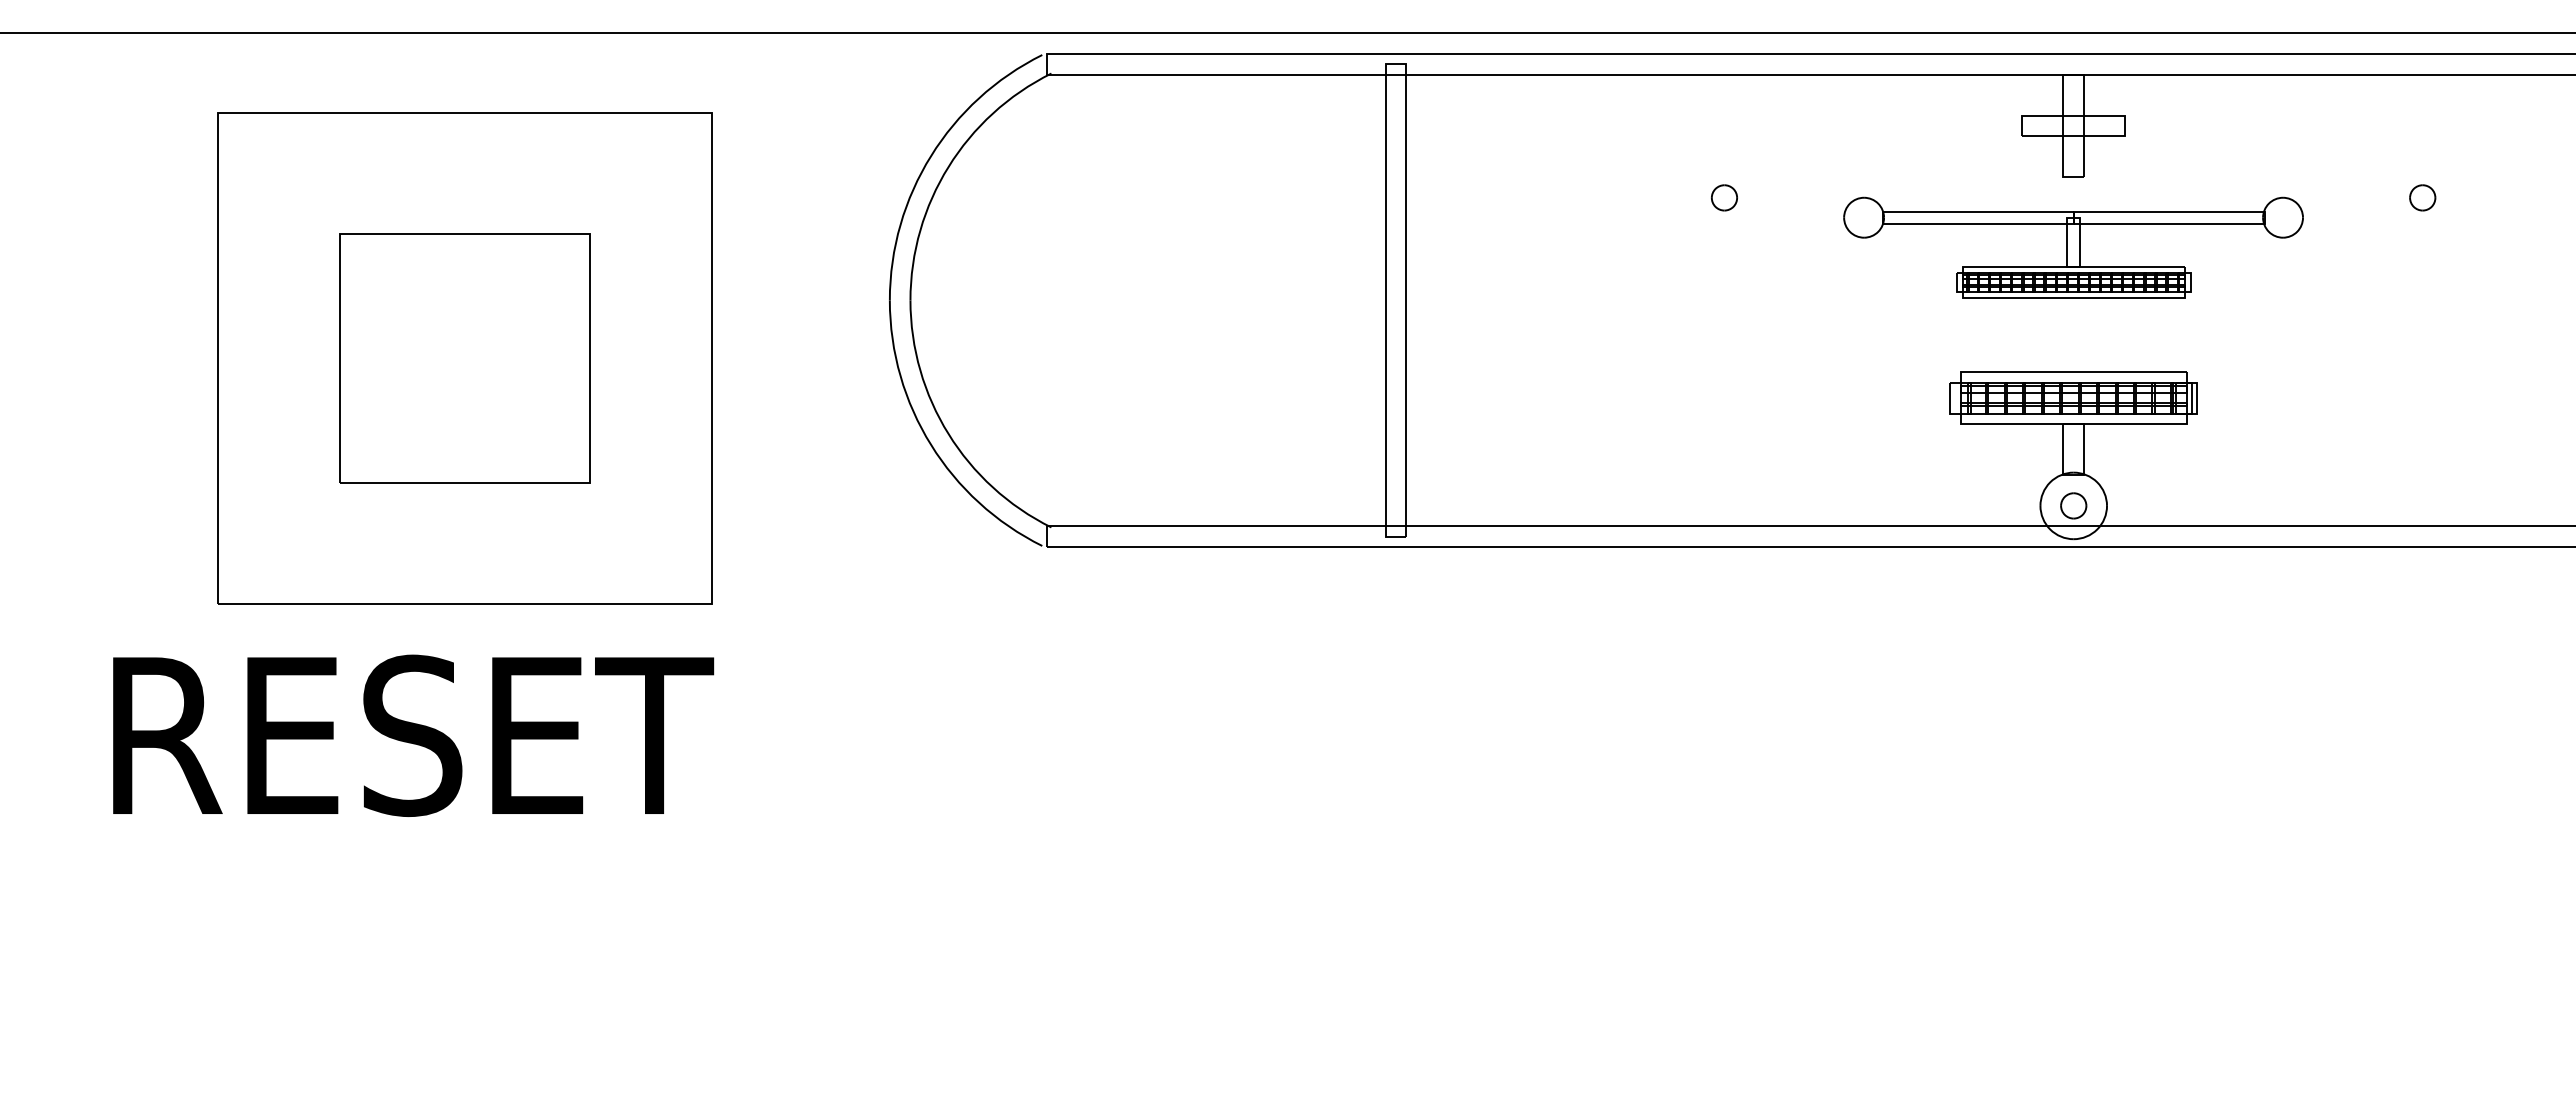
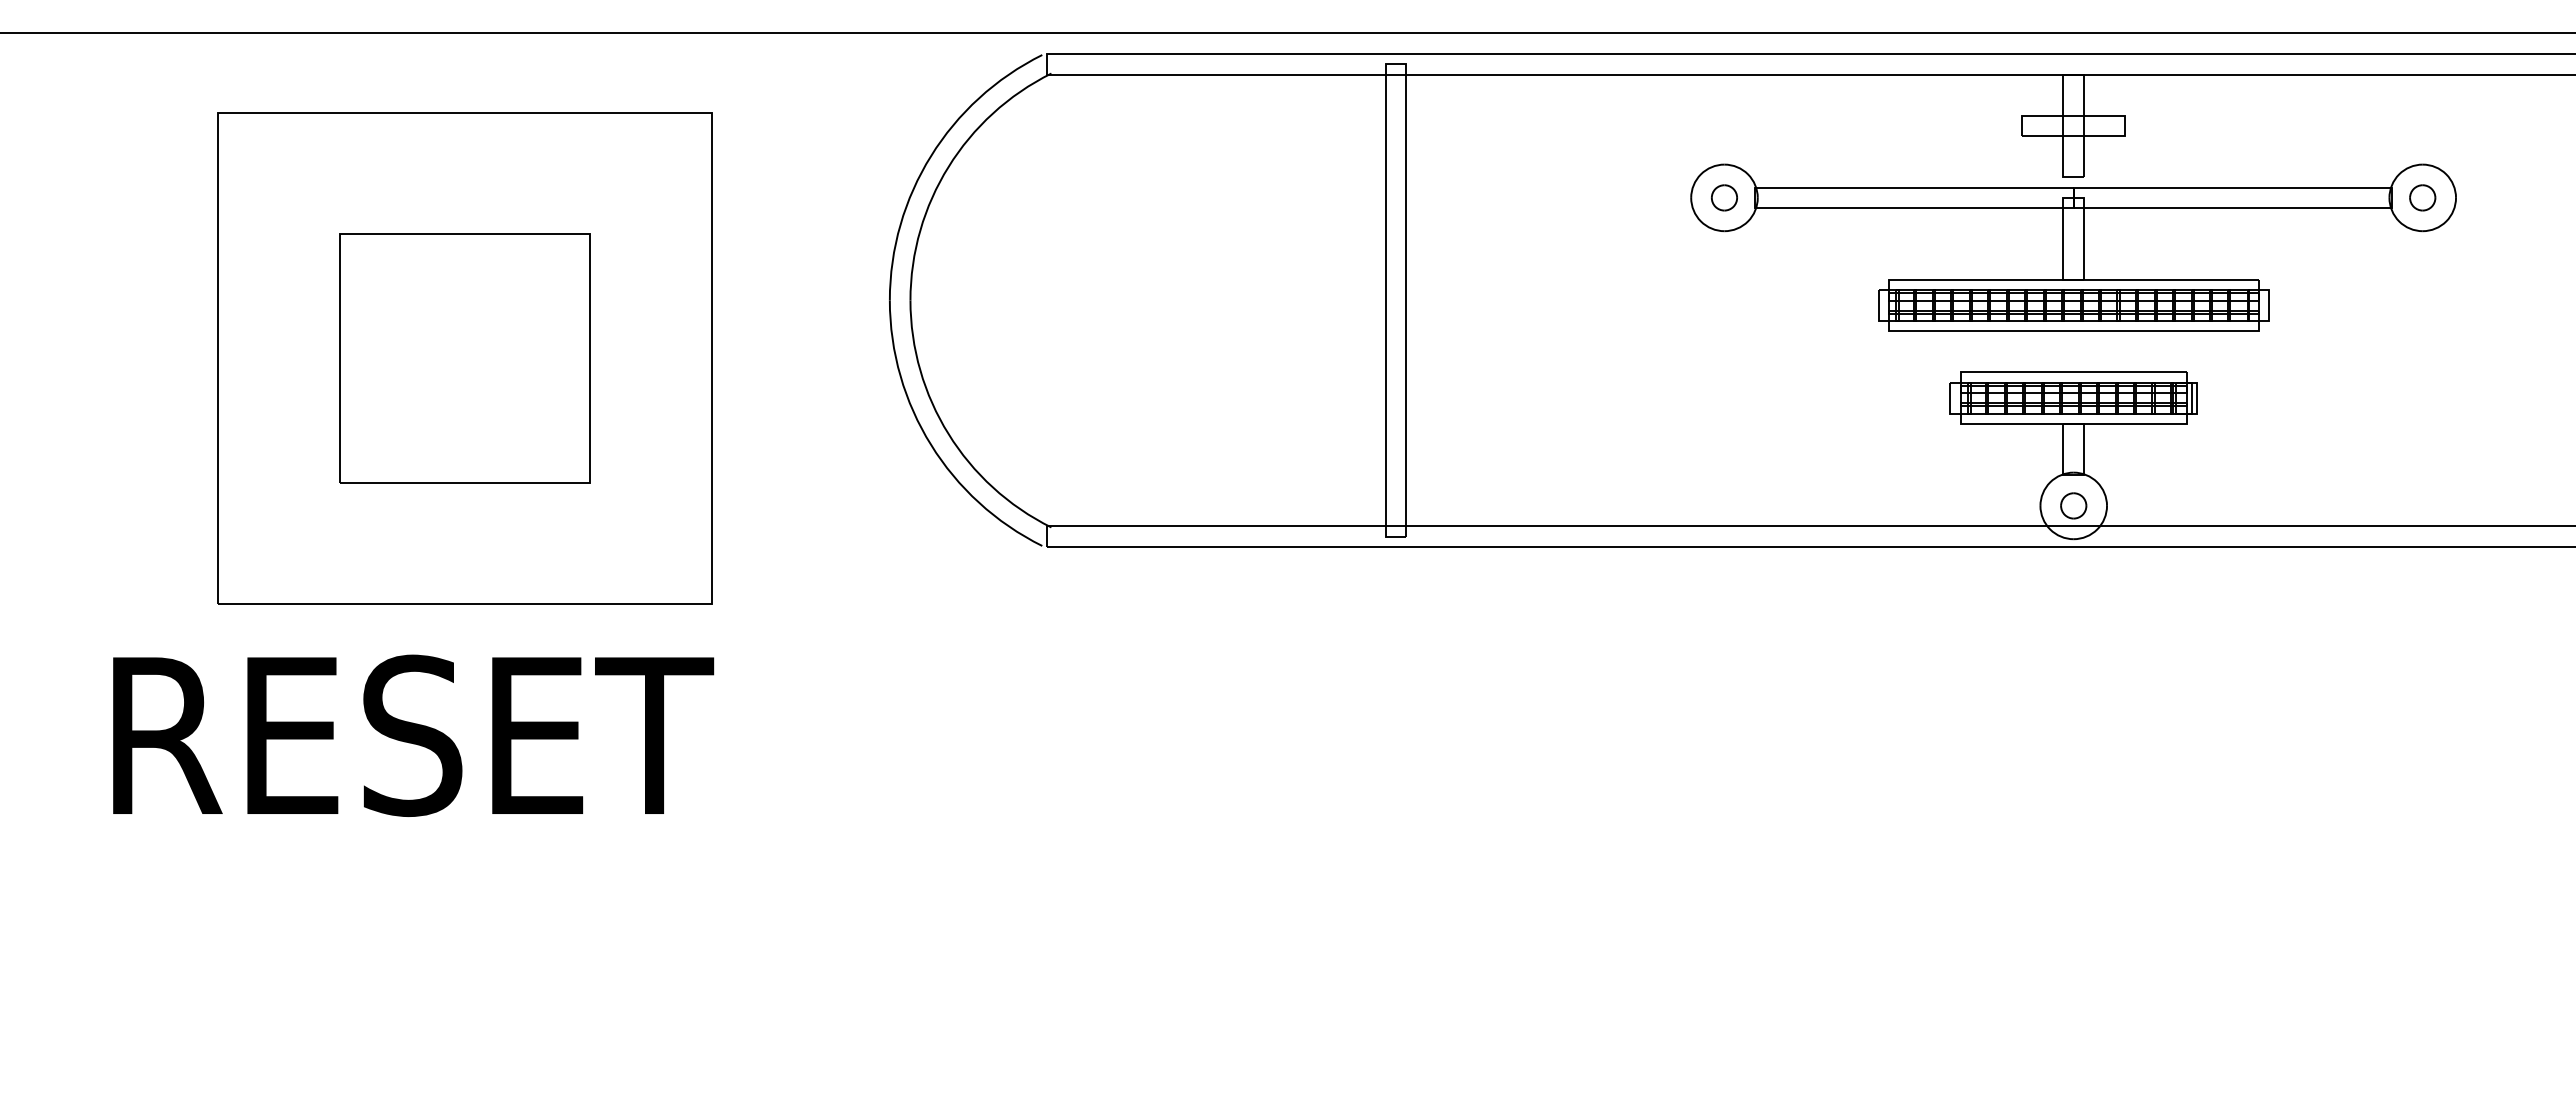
part at (2073, 247) size: 461x103 px -> 767x169 px
